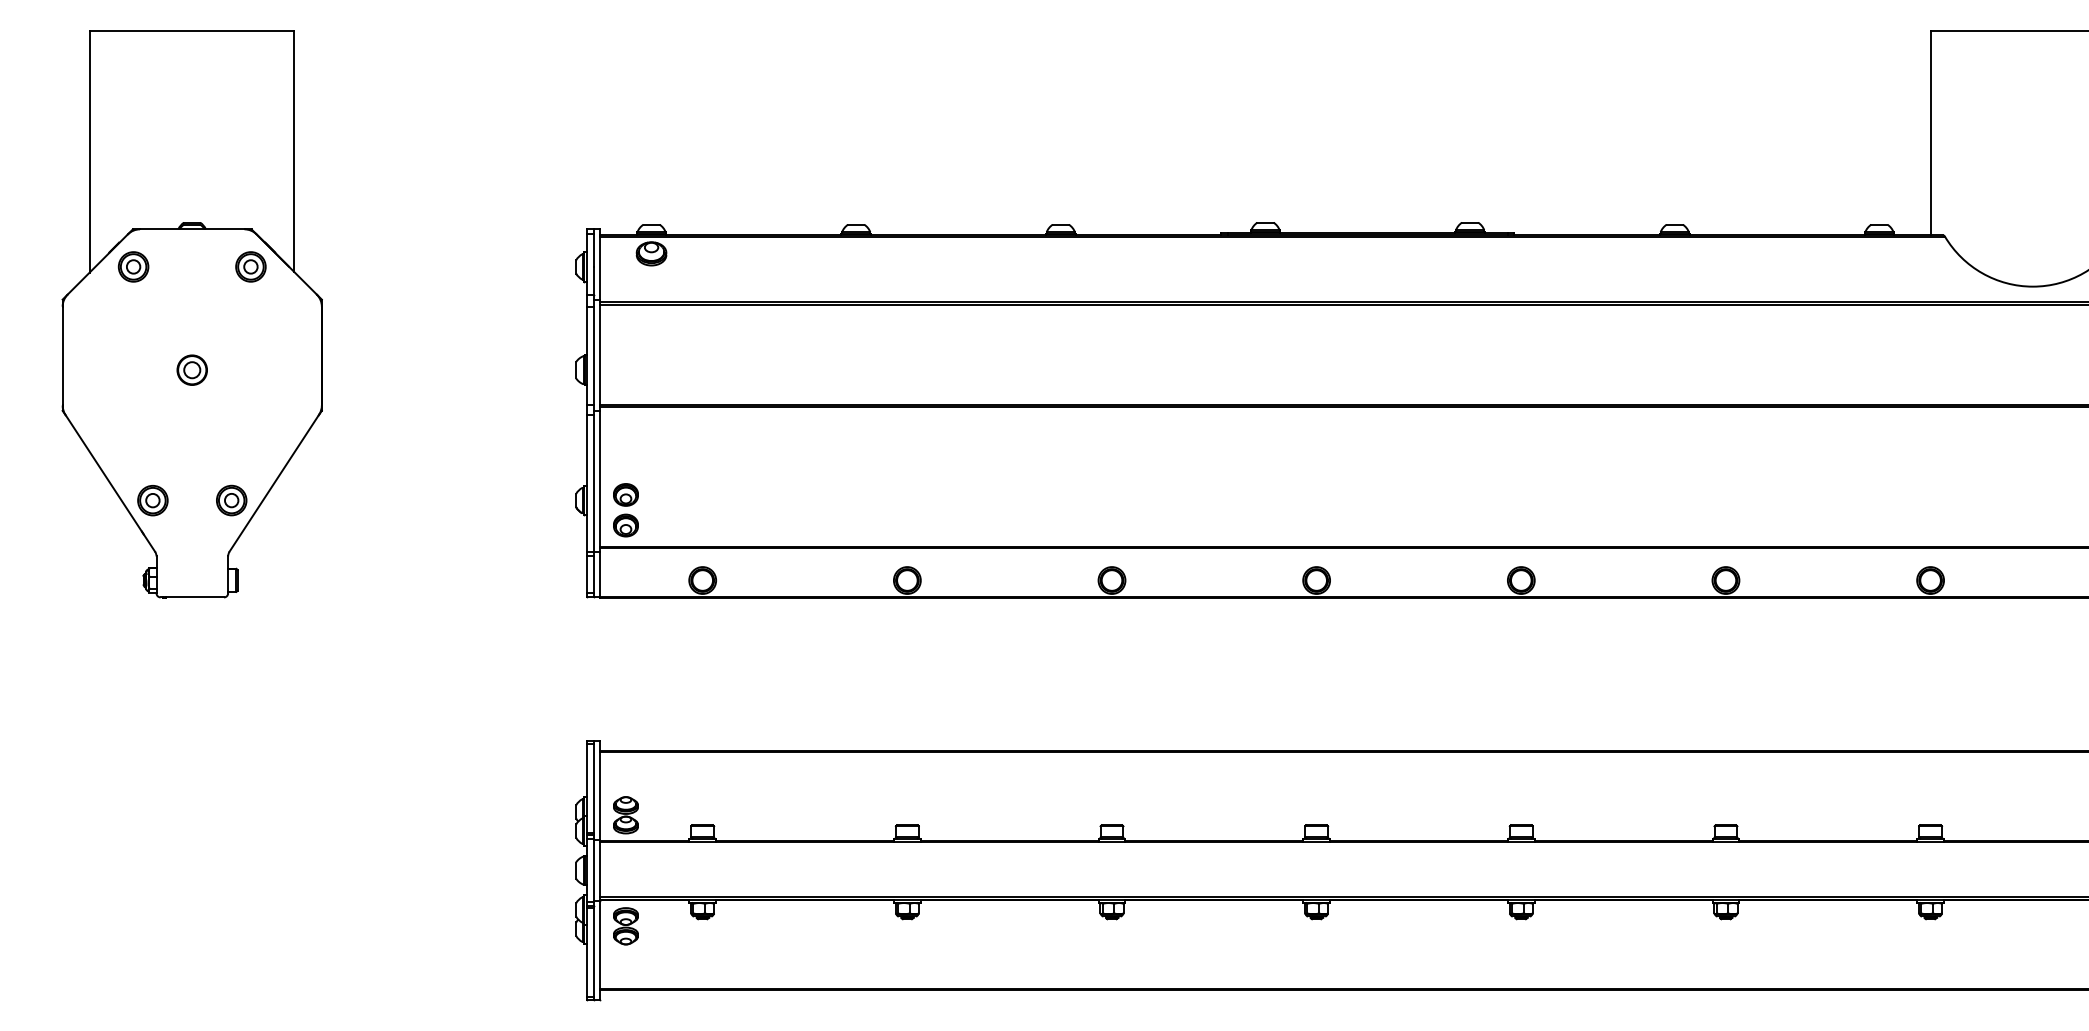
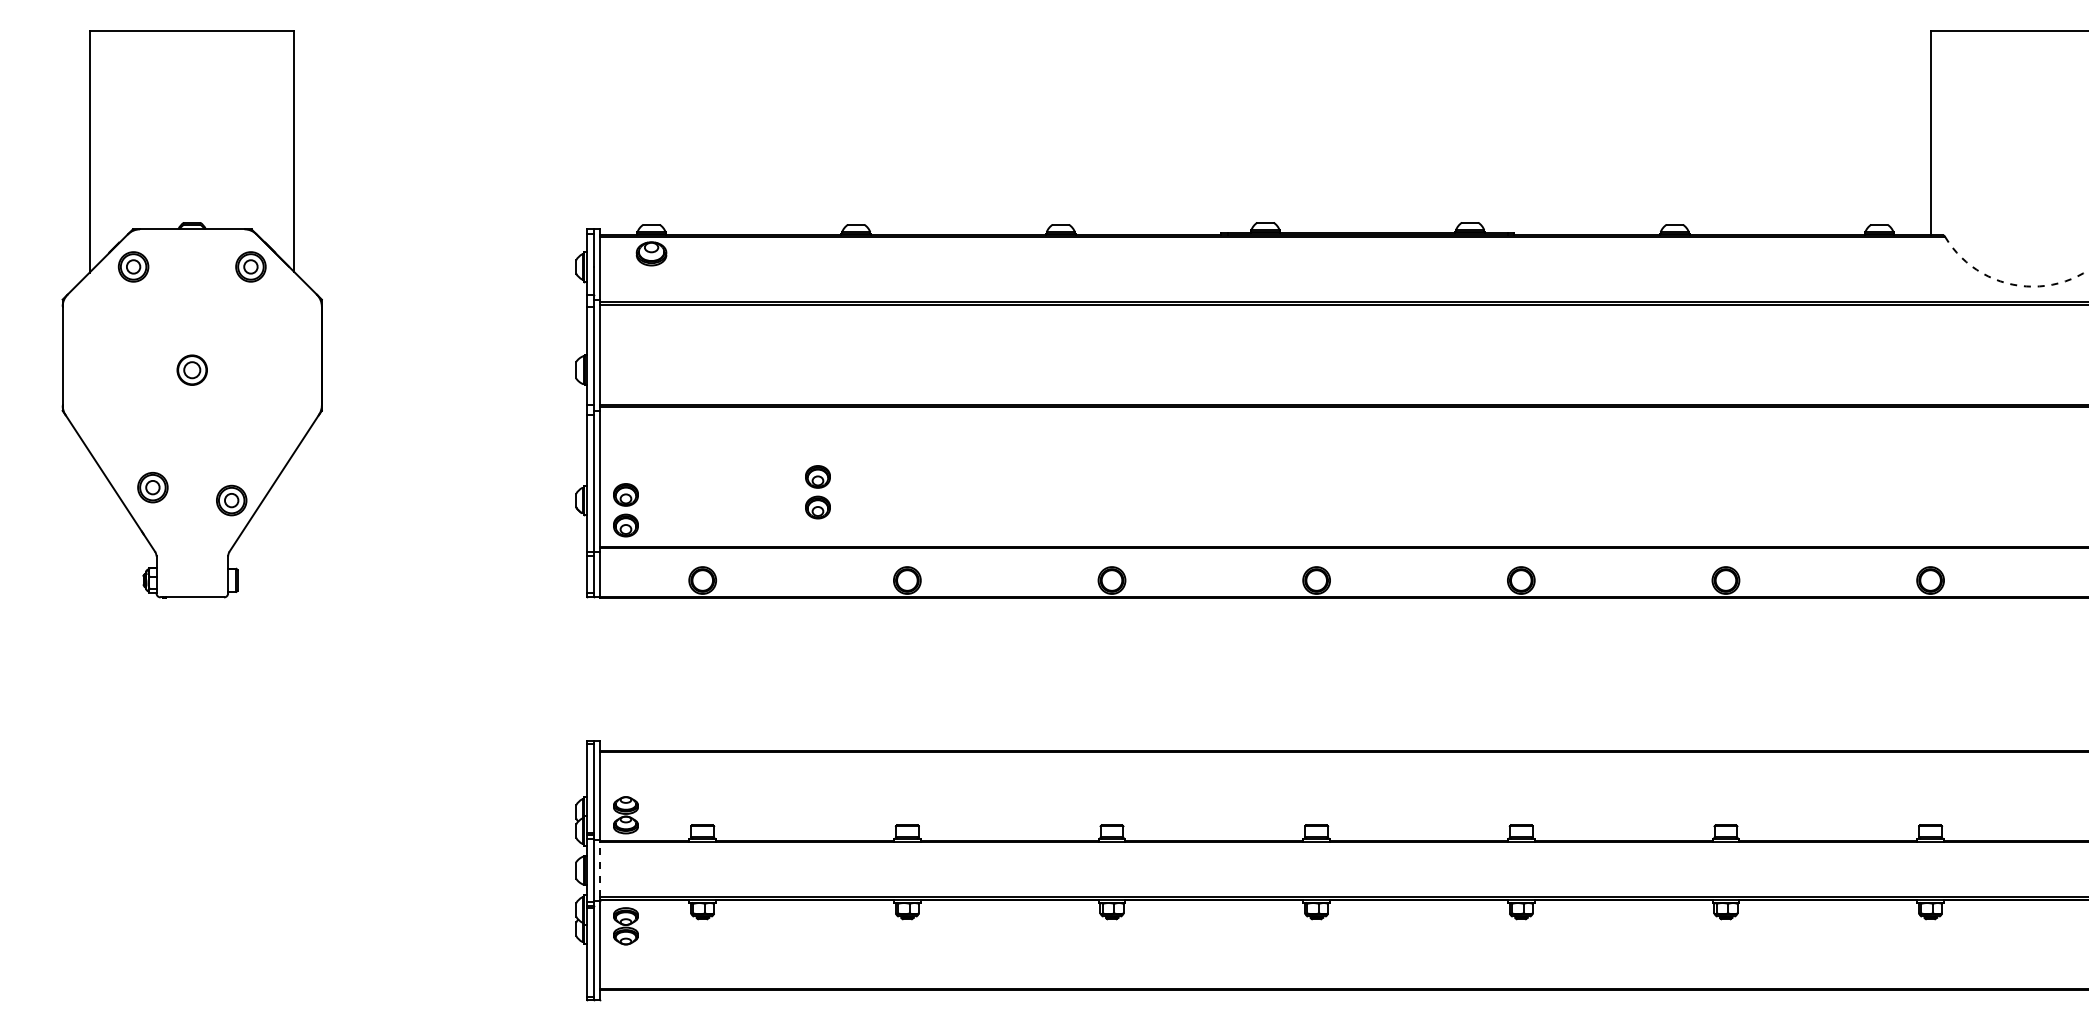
arc at (2010, 283): solid -> dashed
part at (817, 492): none -> present
part at (152, 500) position: (152, 500) -> (152, 487)
line at (600, 869): solid -> dashed
